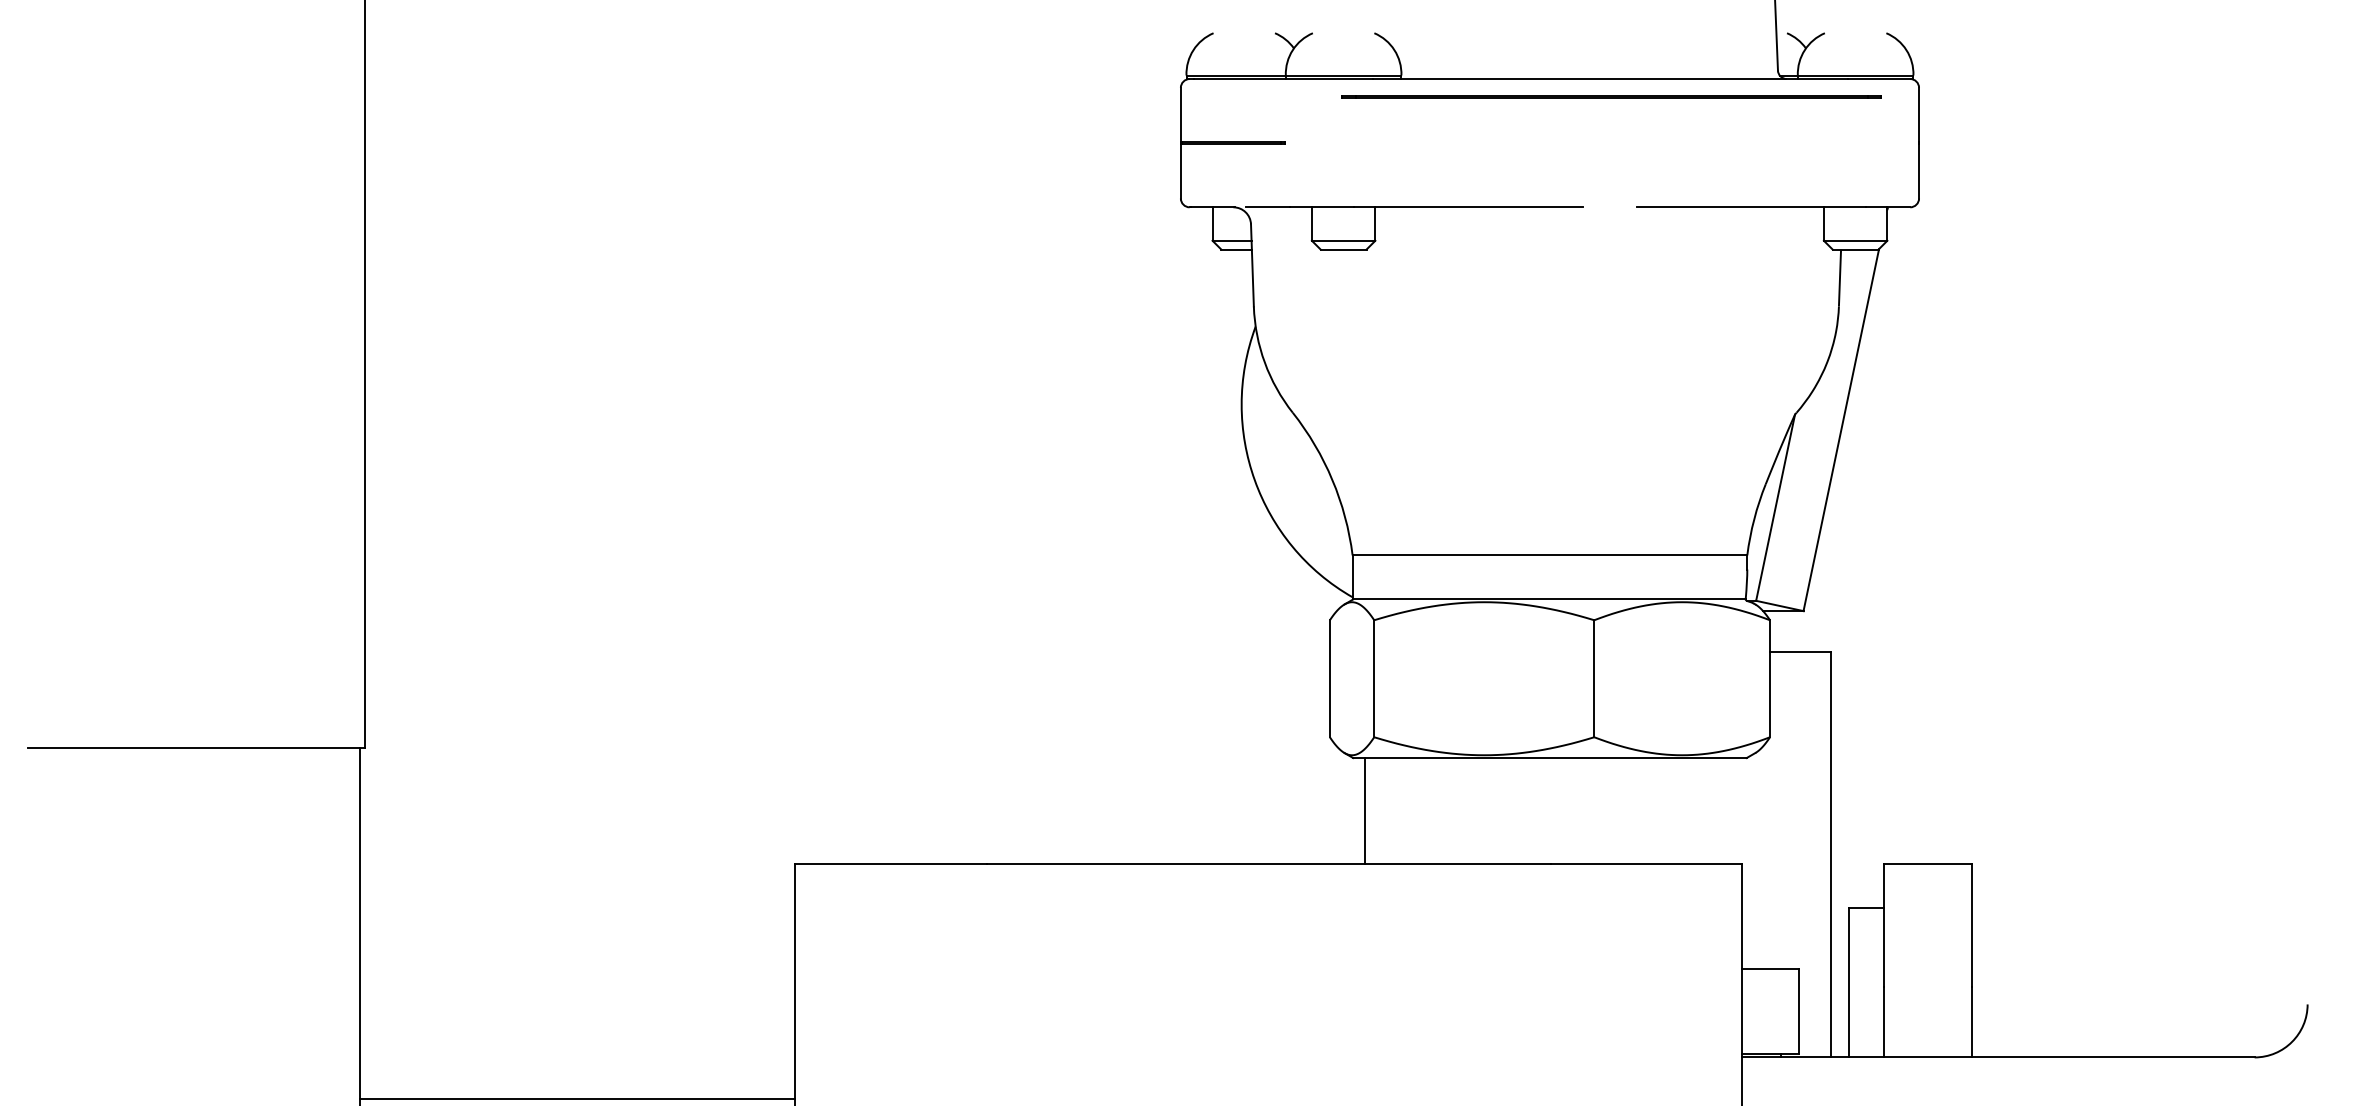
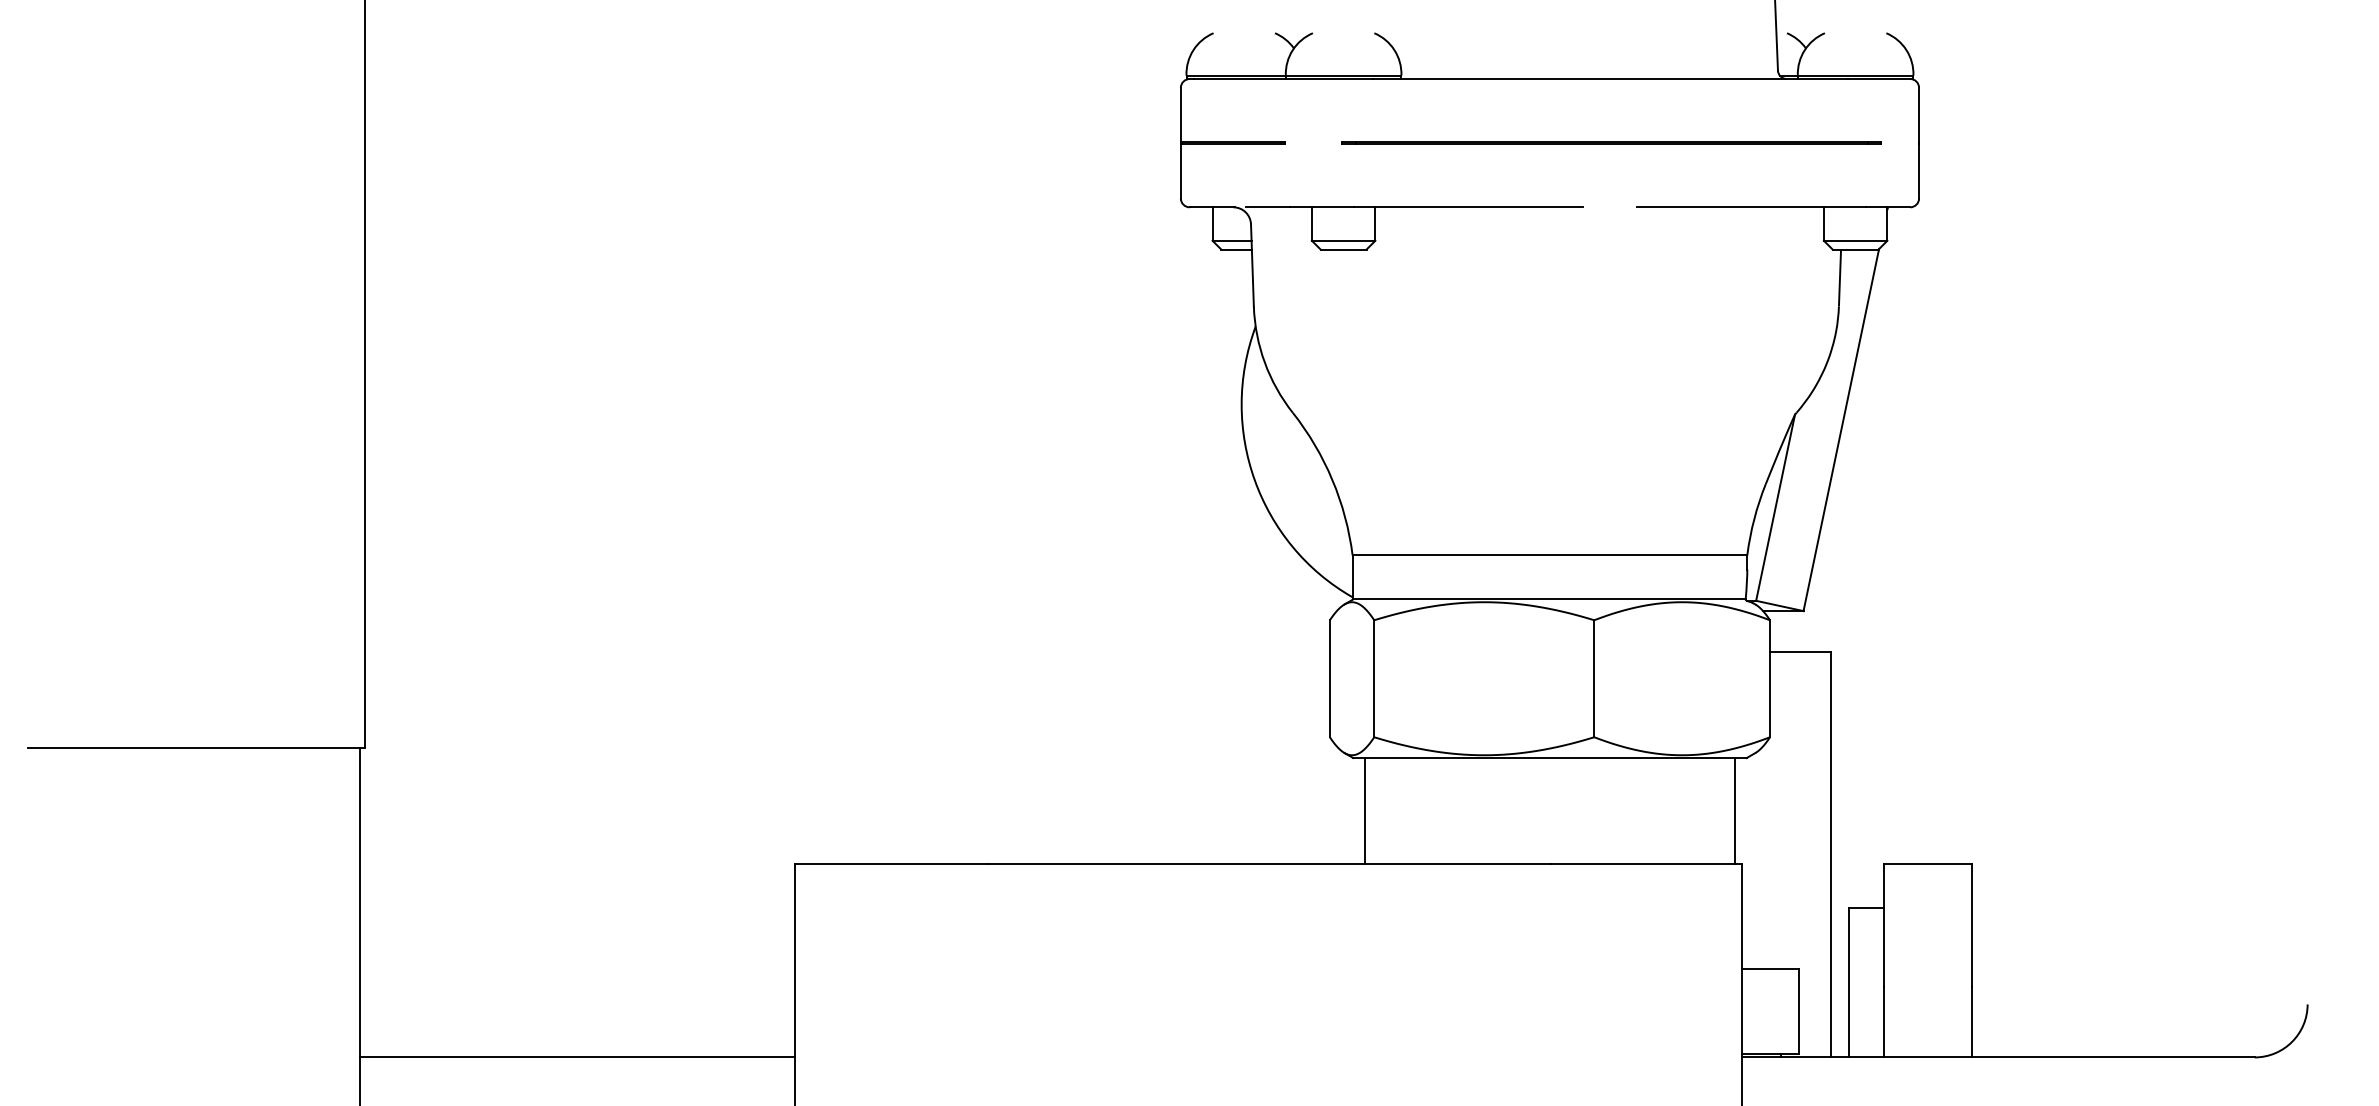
line at (1611, 96) position: (1611, 96) -> (1611, 142)
line at (1735, 810): none -> present
line at (577, 1099) position: (577, 1099) -> (577, 1057)
